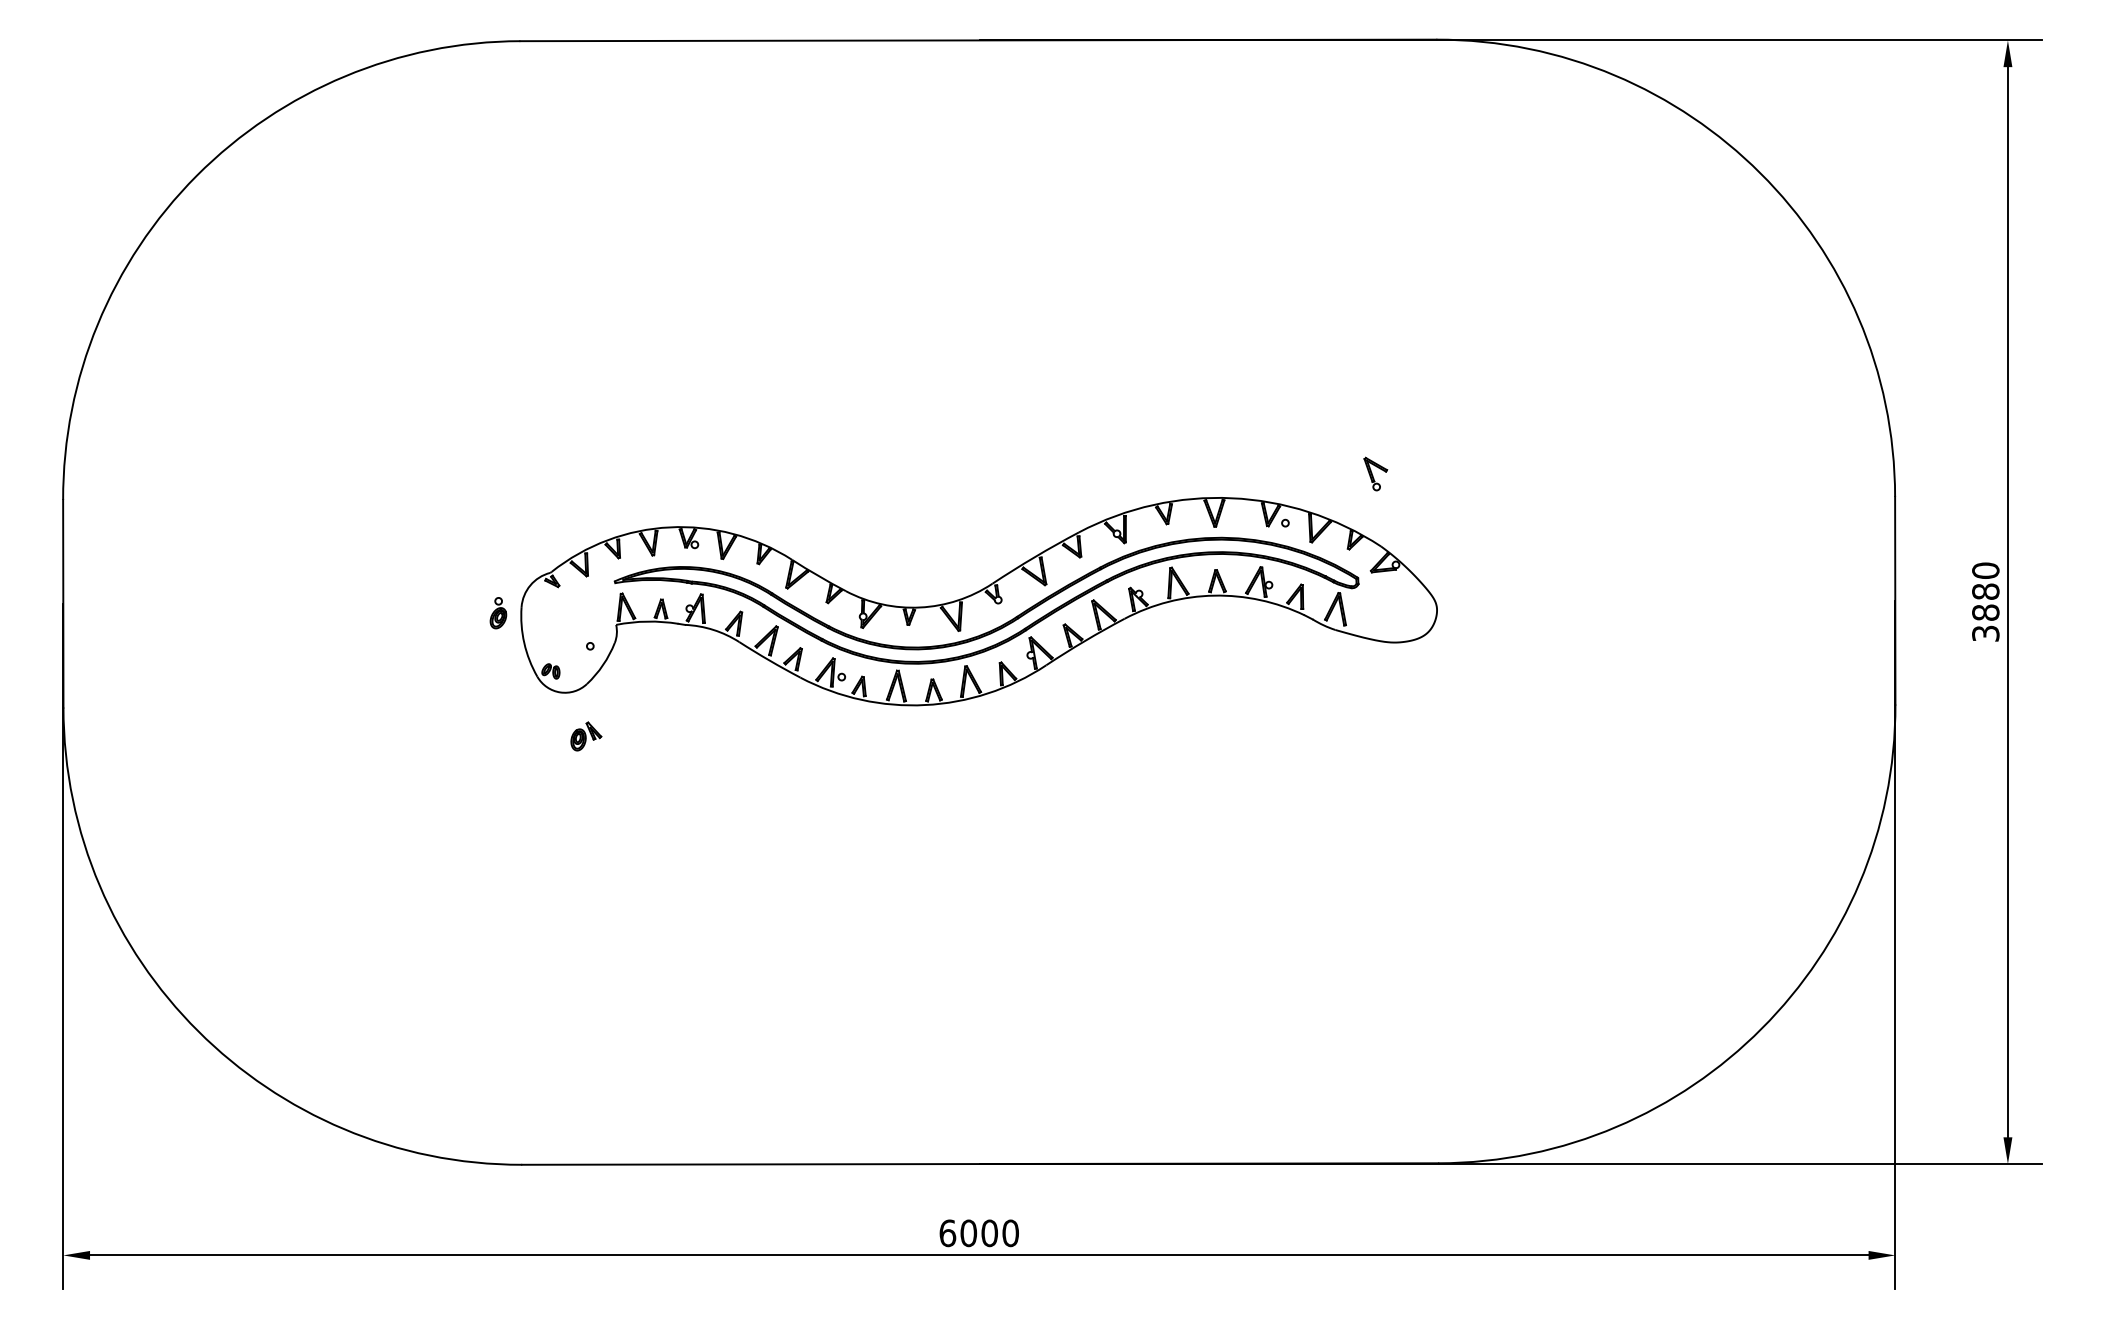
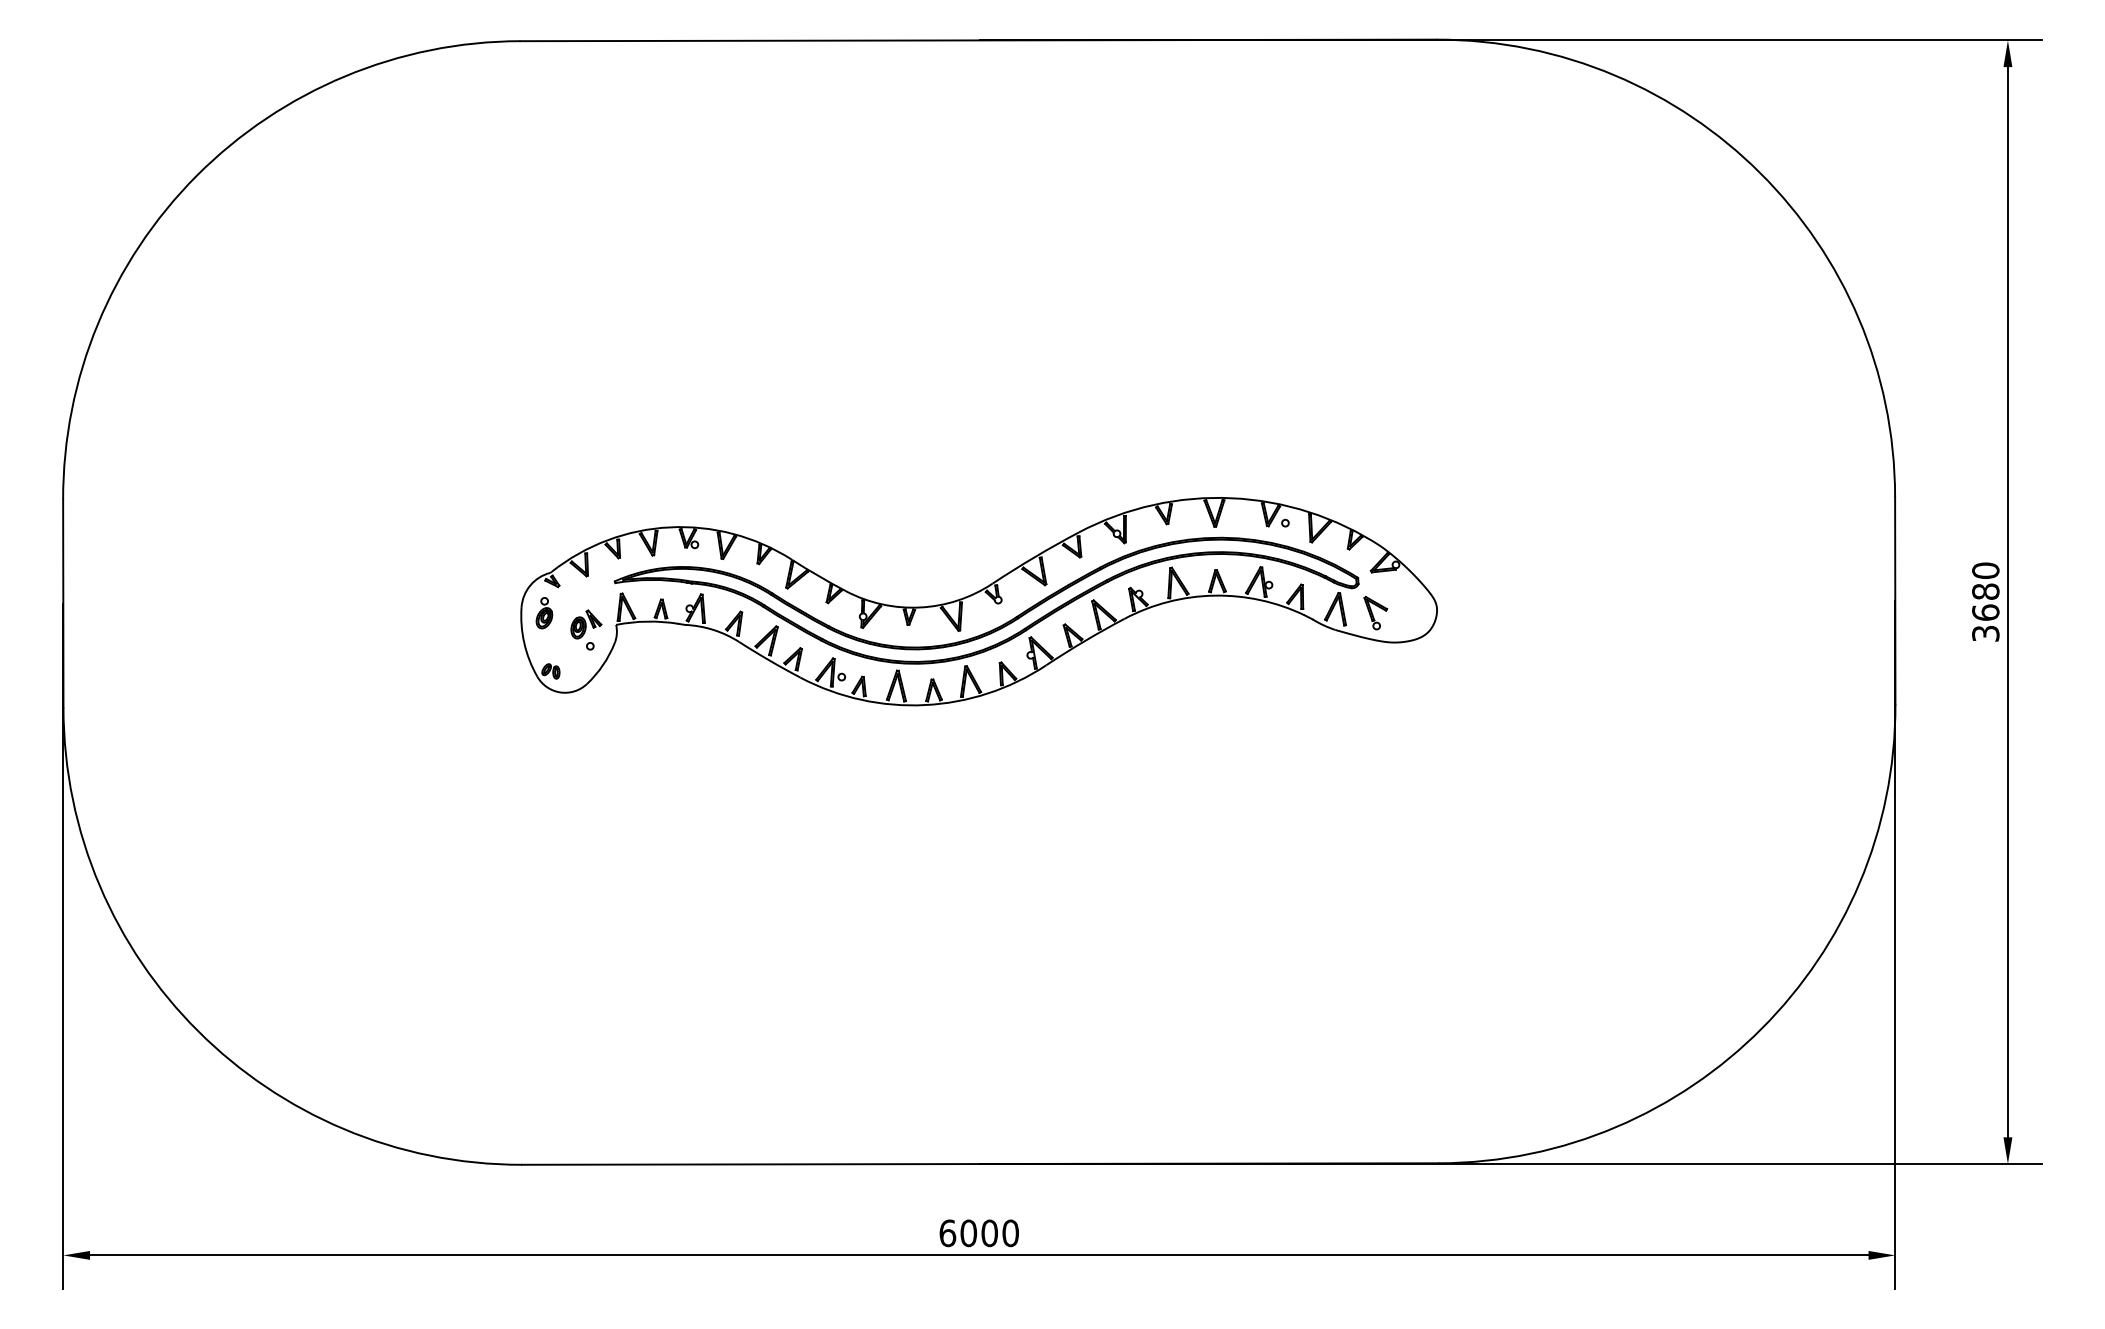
part at (1375, 473) position: (1375, 473) -> (1375, 612)
text at (1985, 612): 3880 -> 3680
part at (498, 613) position: (498, 613) -> (544, 613)
part at (586, 736) position: (586, 736) -> (586, 624)
